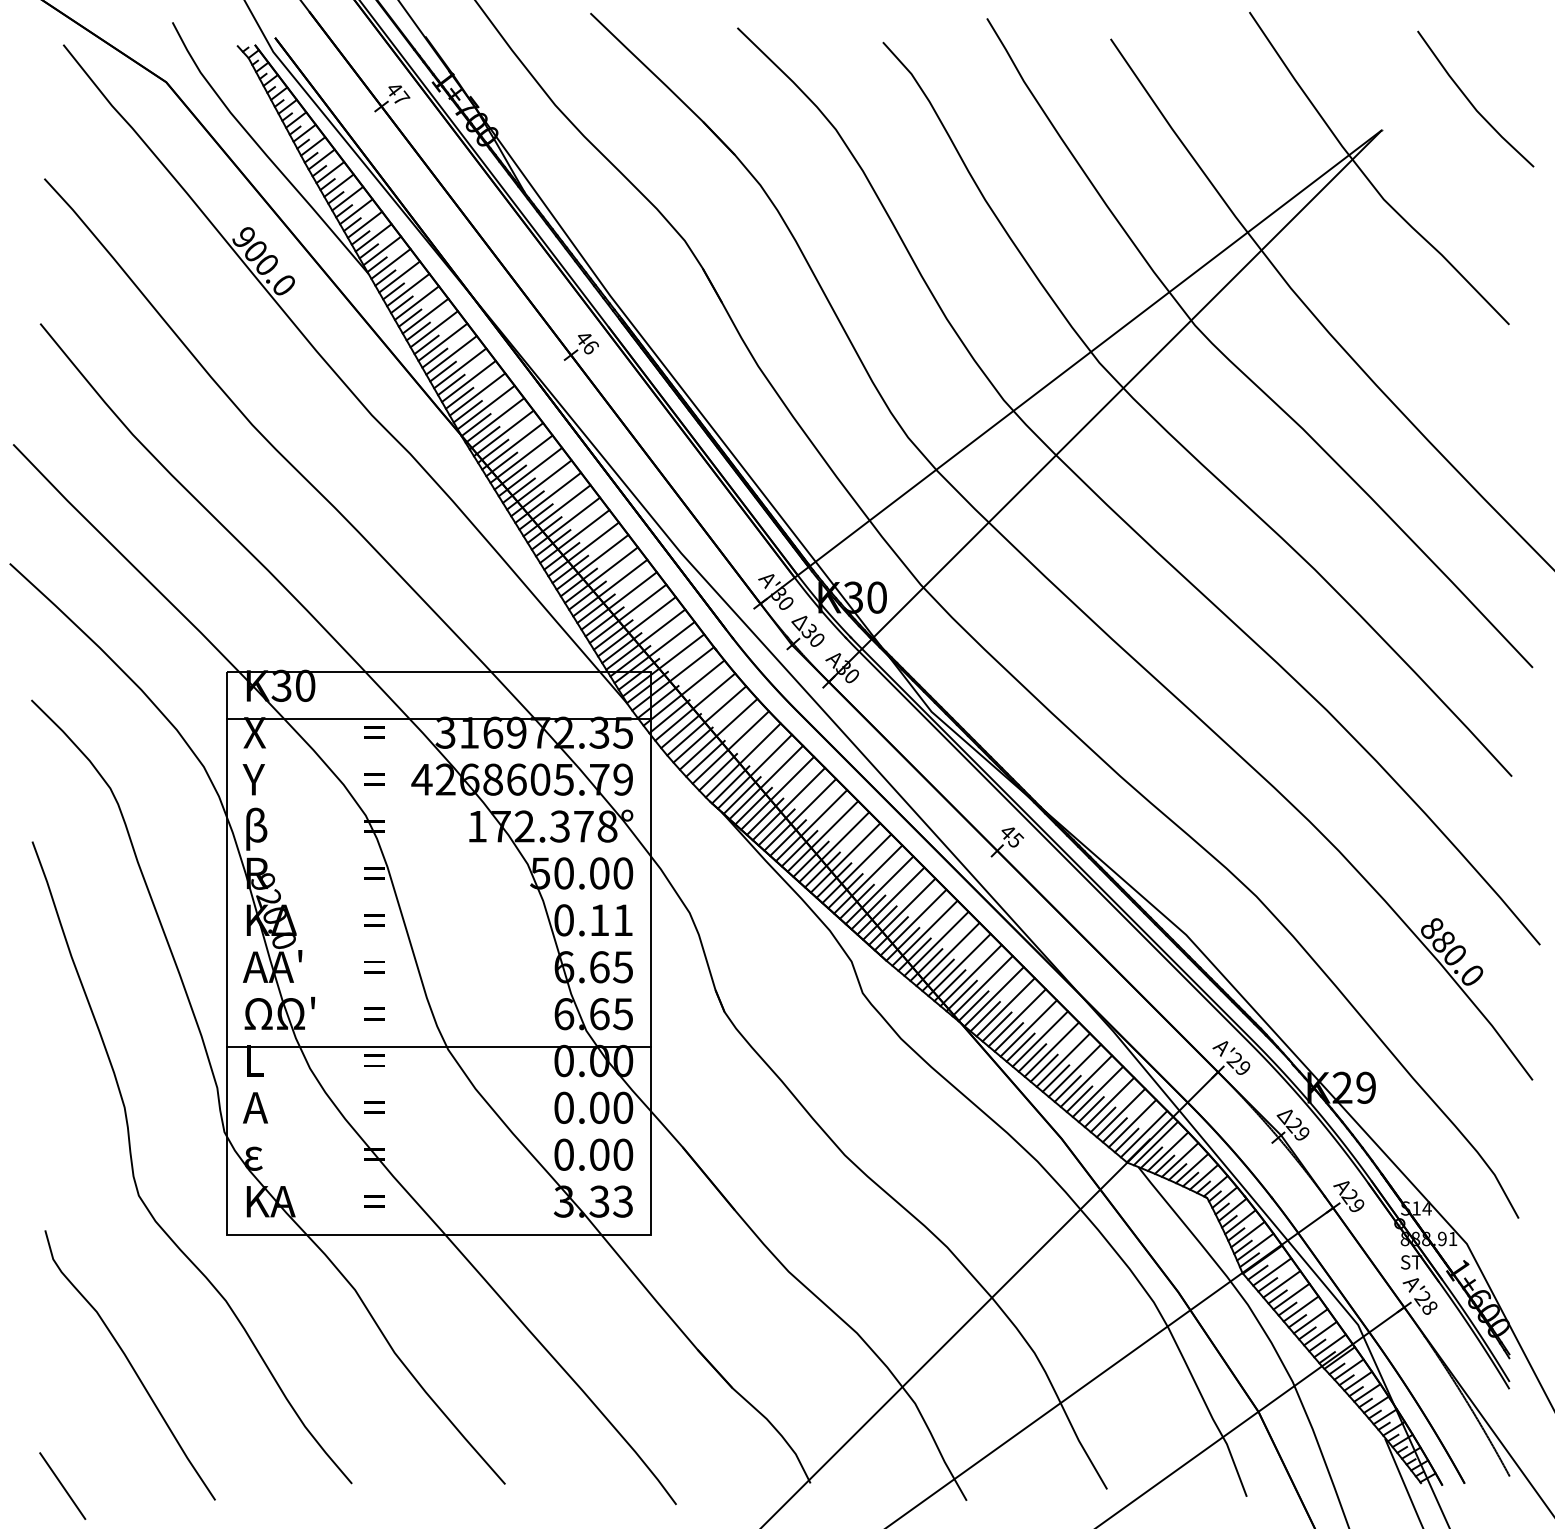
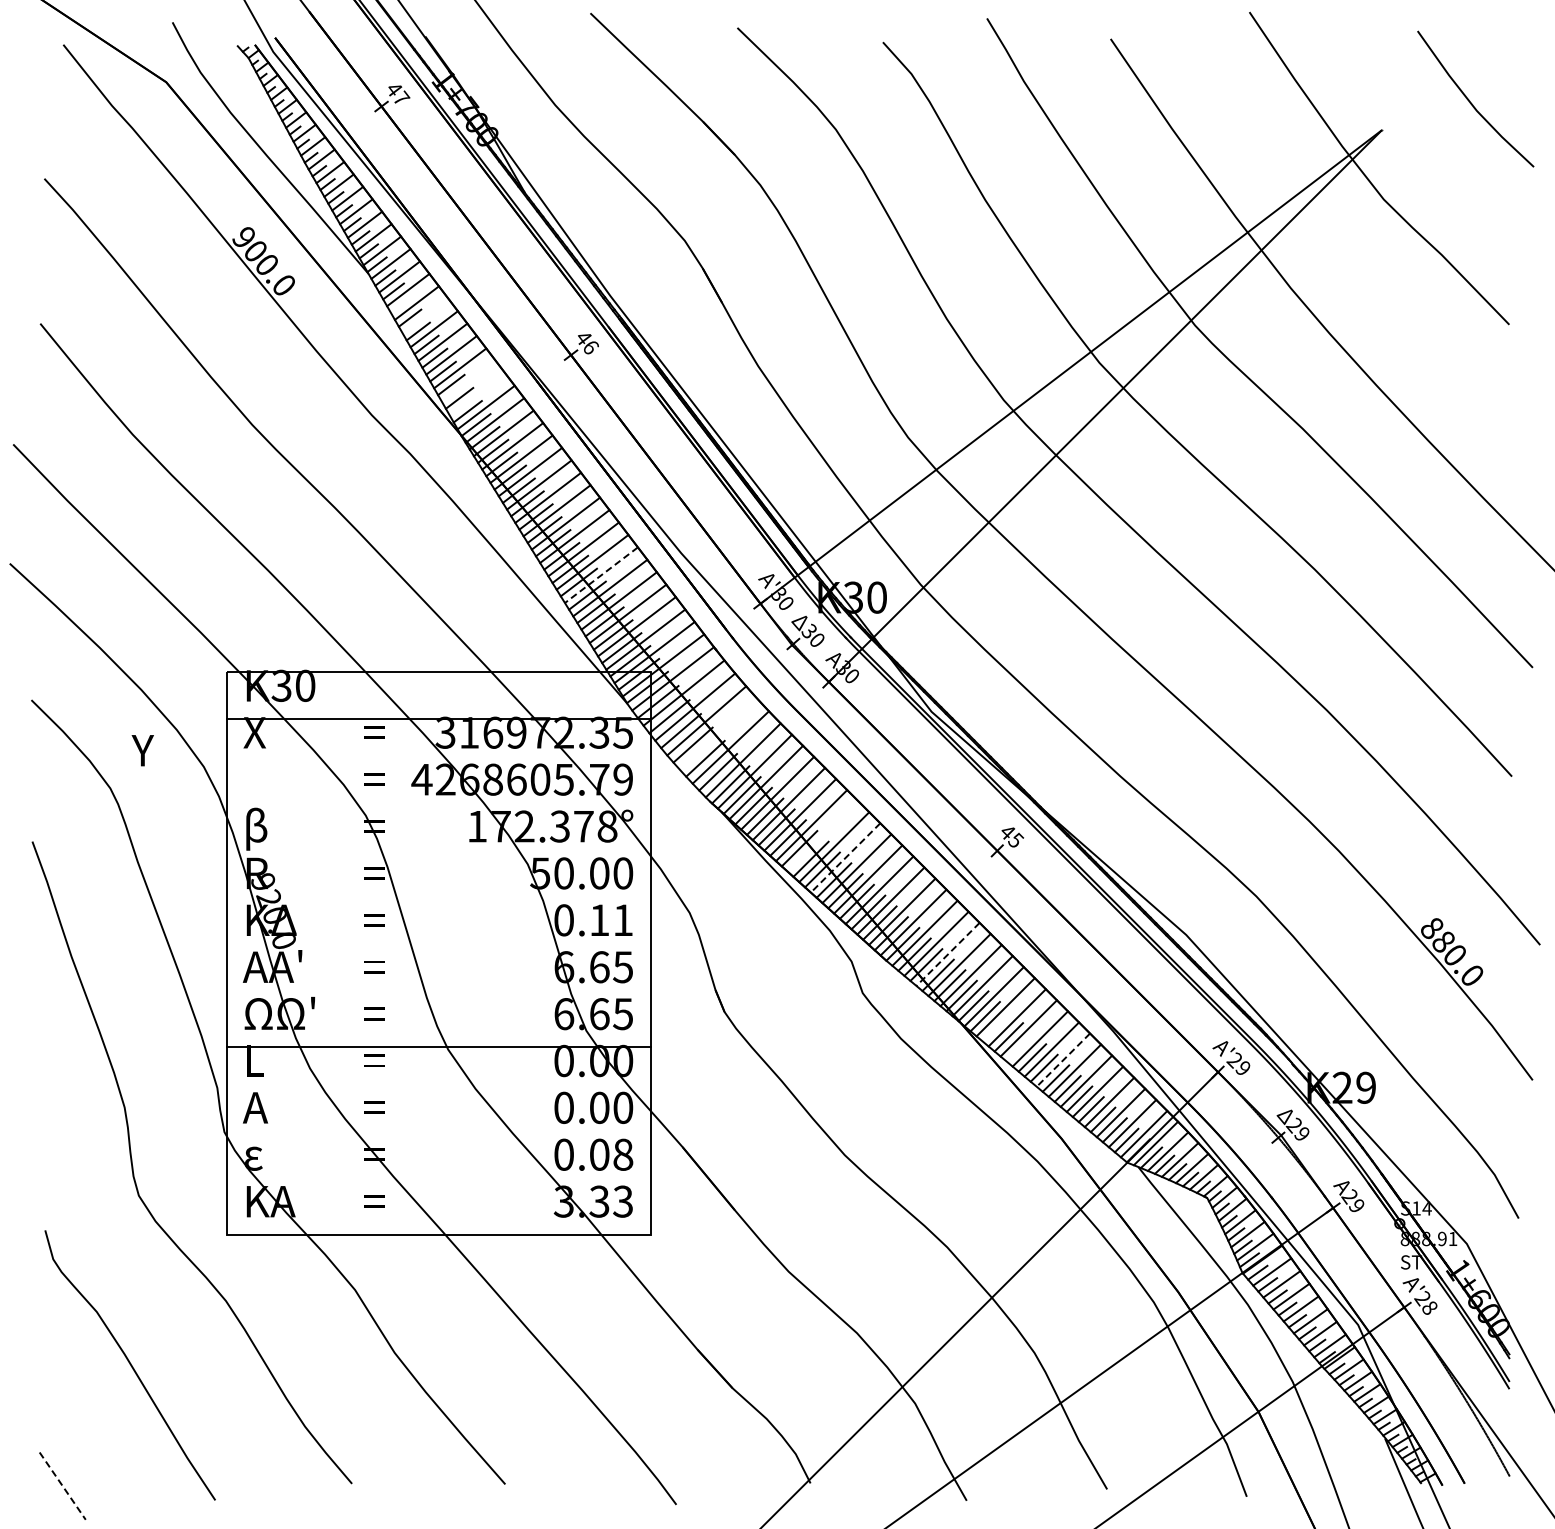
line at (401, 304): present -> none
line at (425, 315): present -> none
line at (468, 380): present -> none
line at (477, 394): present -> none
line at (601, 575): solid -> dashed
line at (718, 733): present -> none
text at (253, 779) position: (253, 779) -> (142, 750)
line at (822, 836): present -> none
line at (845, 858): solid -> dashed
line at (948, 954): solid -> dashed
line at (996, 1026): present -> none
line at (1020, 1047): present -> none
line at (1063, 1060): solid -> dashed
text at (623, 1154): 0.00 -> 0.08
line at (62, 1486): solid -> dashed
